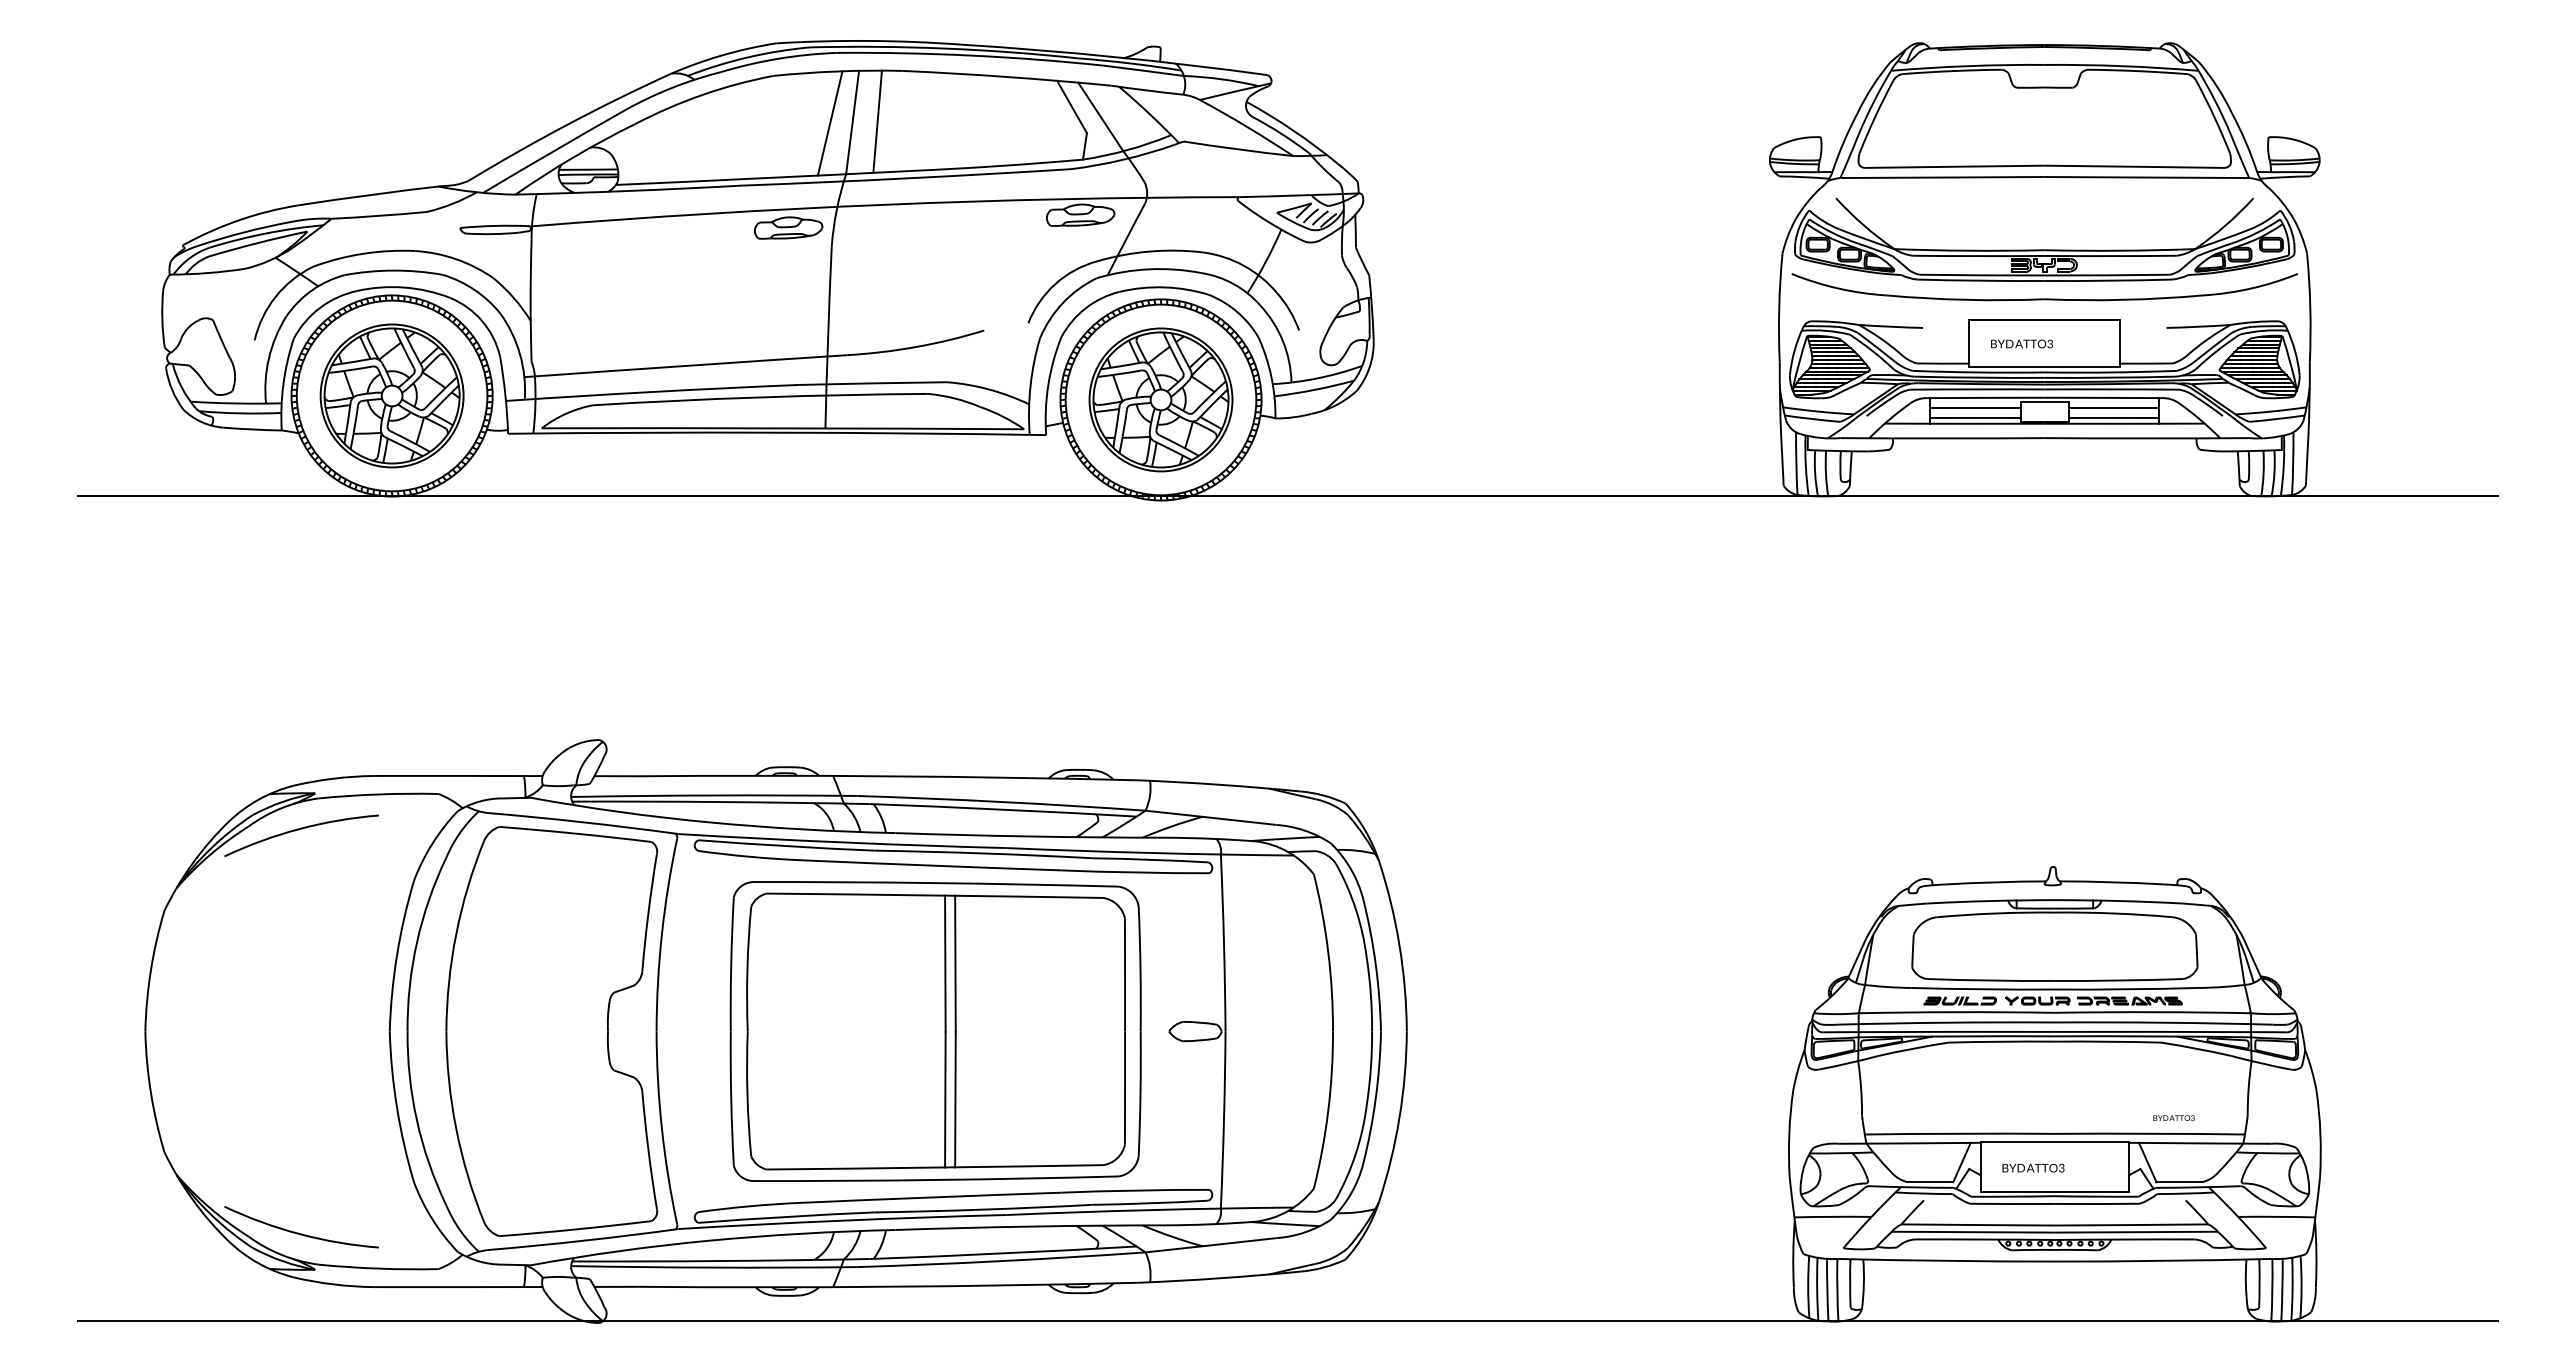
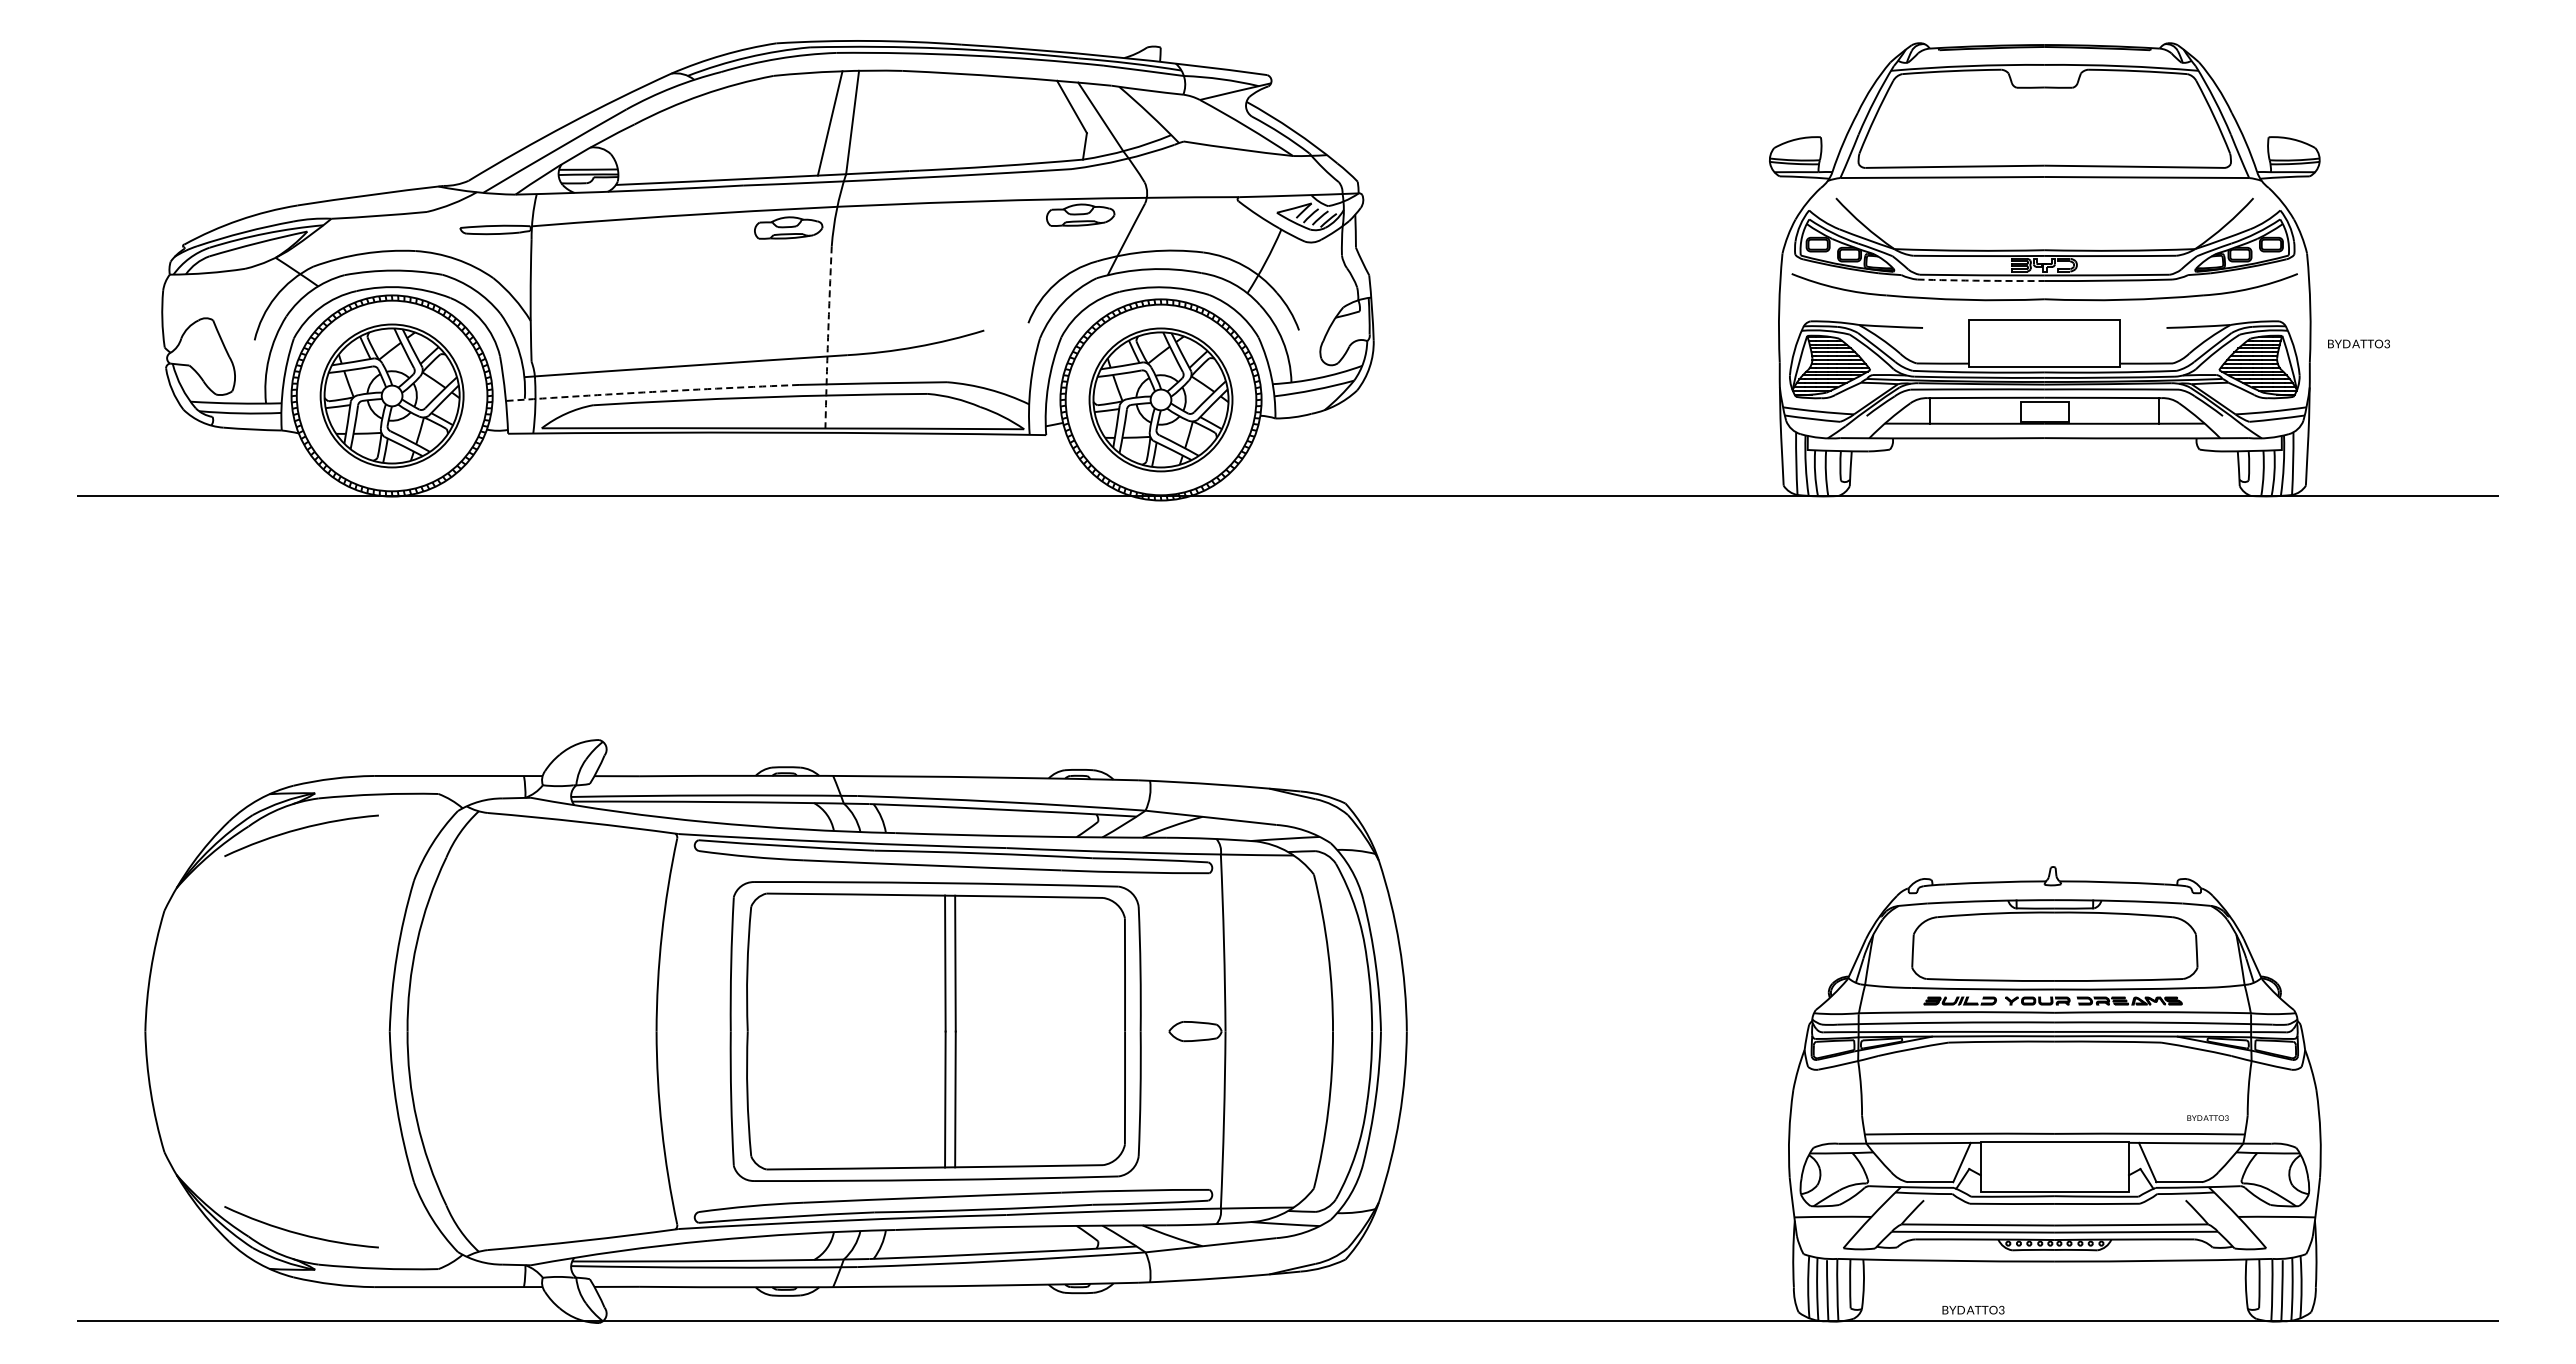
line at (877, 121): present -> none
arc at (1981, 280): solid -> dashed
arc at (828, 337): solid -> dashed
text at (2021, 343) position: (2021, 343) -> (2358, 343)
arc at (652, 391): solid -> dashed
line at (1975, 407): present -> none
line at (2113, 407): present -> none
line at (1975, 417): present -> none
line at (2113, 417): present -> none
part at (551, 1031): present -> none
text at (2173, 1117) position: (2173, 1117) -> (2207, 1117)
text at (2033, 1167) position: (2033, 1167) -> (1973, 1309)
